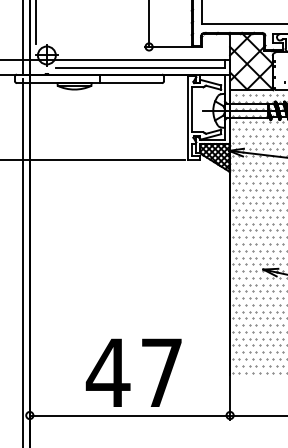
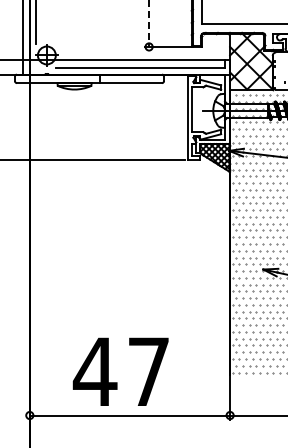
line at (149, 23): solid -> dashed
line at (23, 261): present -> none
text at (133, 372) position: (133, 372) -> (120, 371)
